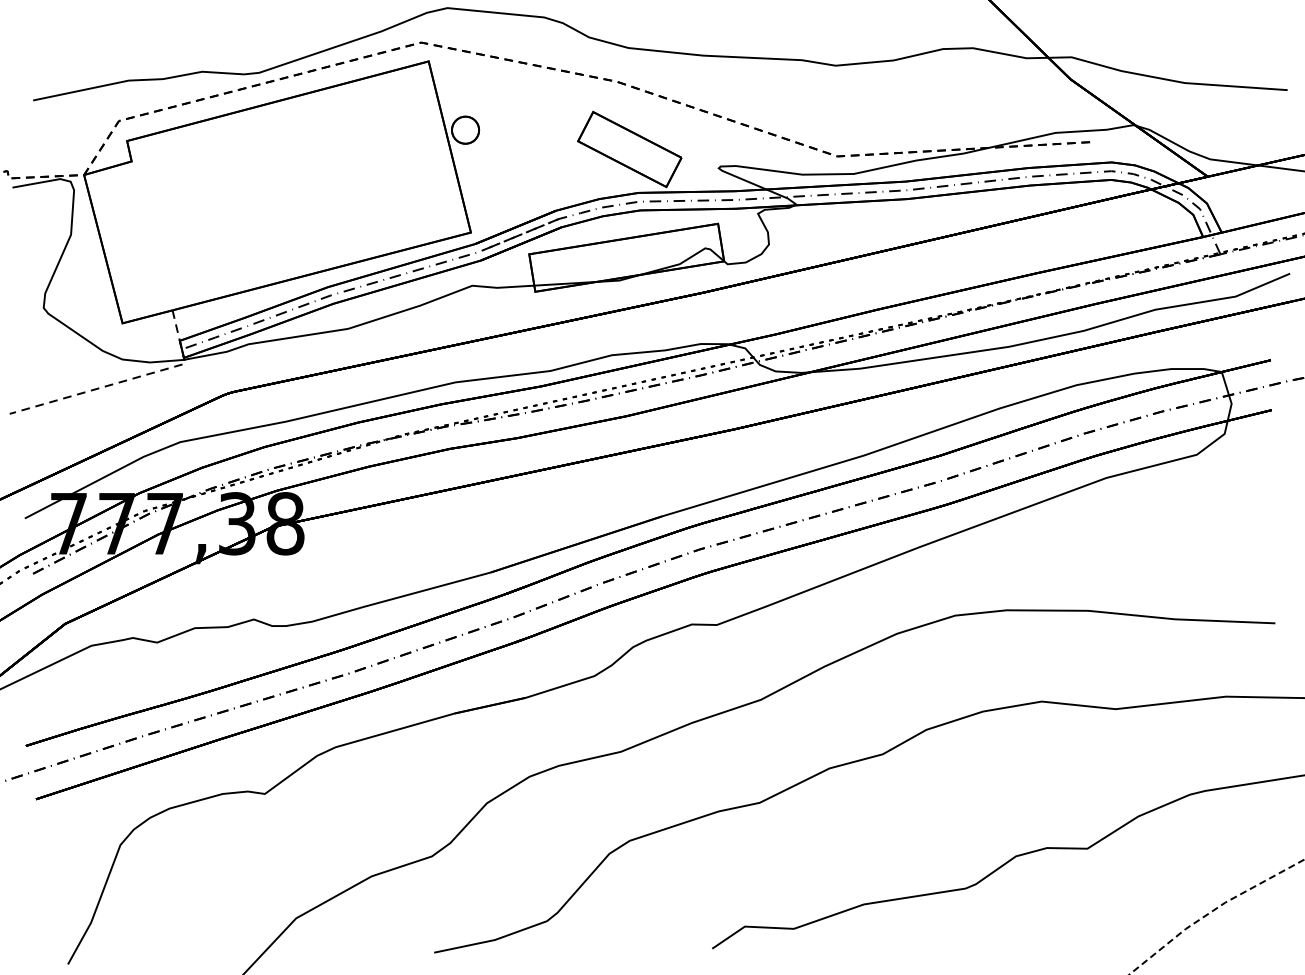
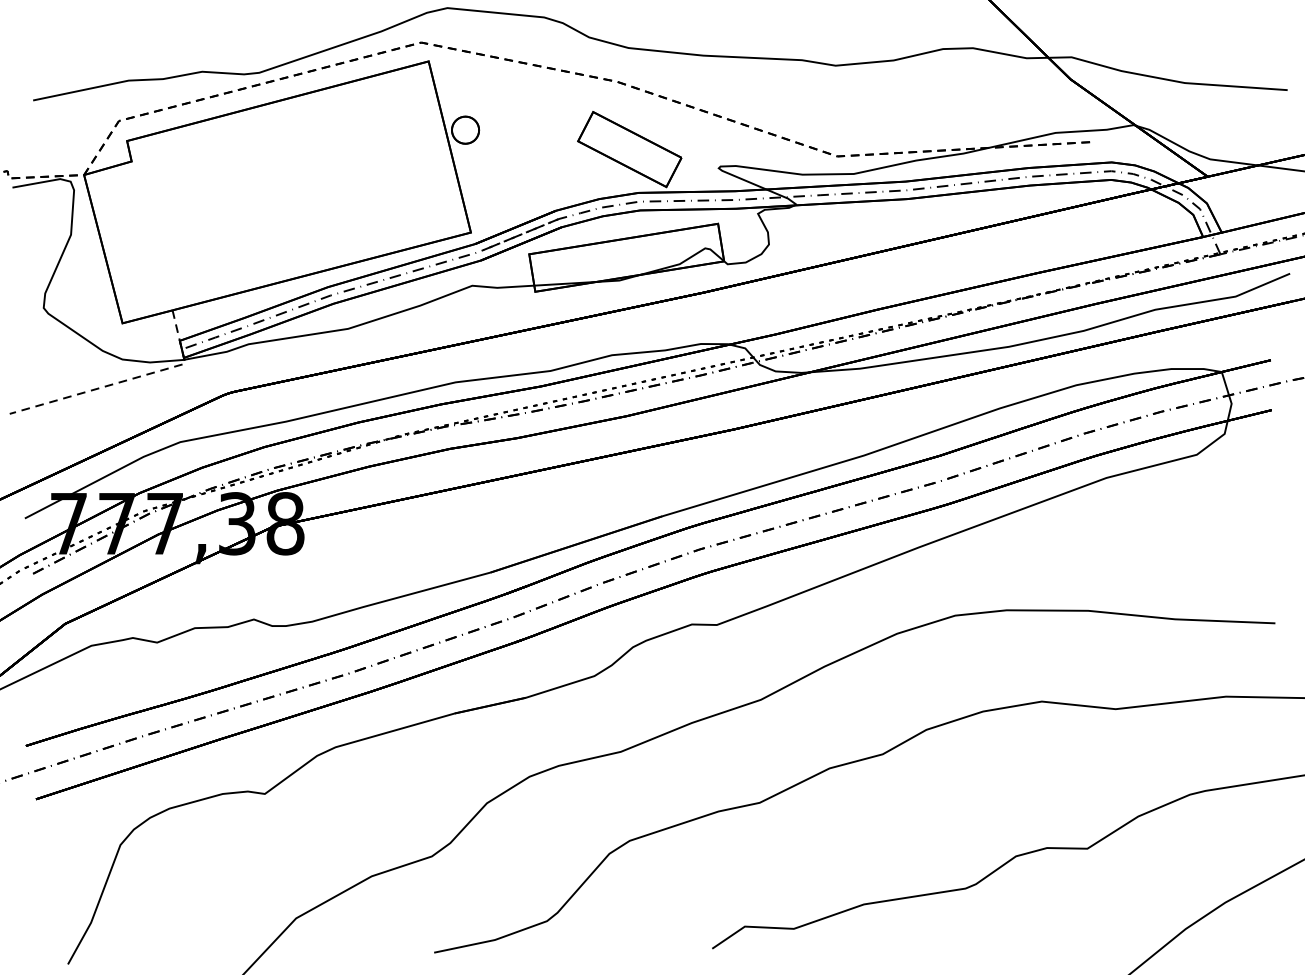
line at (1212, 911): dashed -> solid
